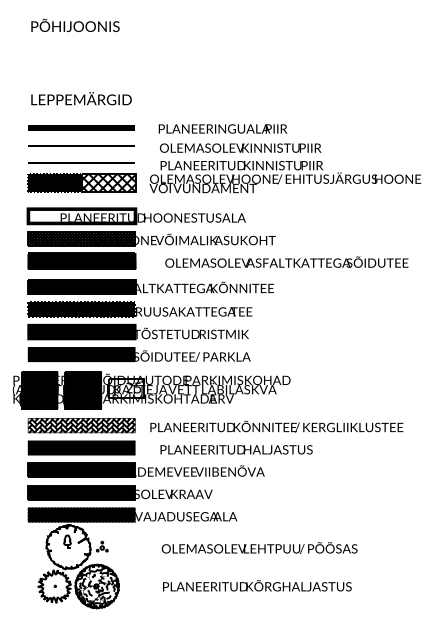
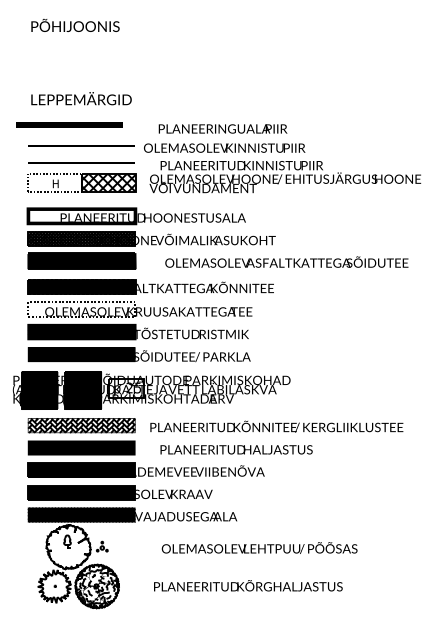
line at (81, 127) position: (81, 127) -> (69, 124)
text at (240, 147) position: (240, 147) -> (224, 147)
fill at (55, 182): present -> none
fill at (81, 309): present -> none
text at (257, 585) position: (257, 585) -> (248, 585)
